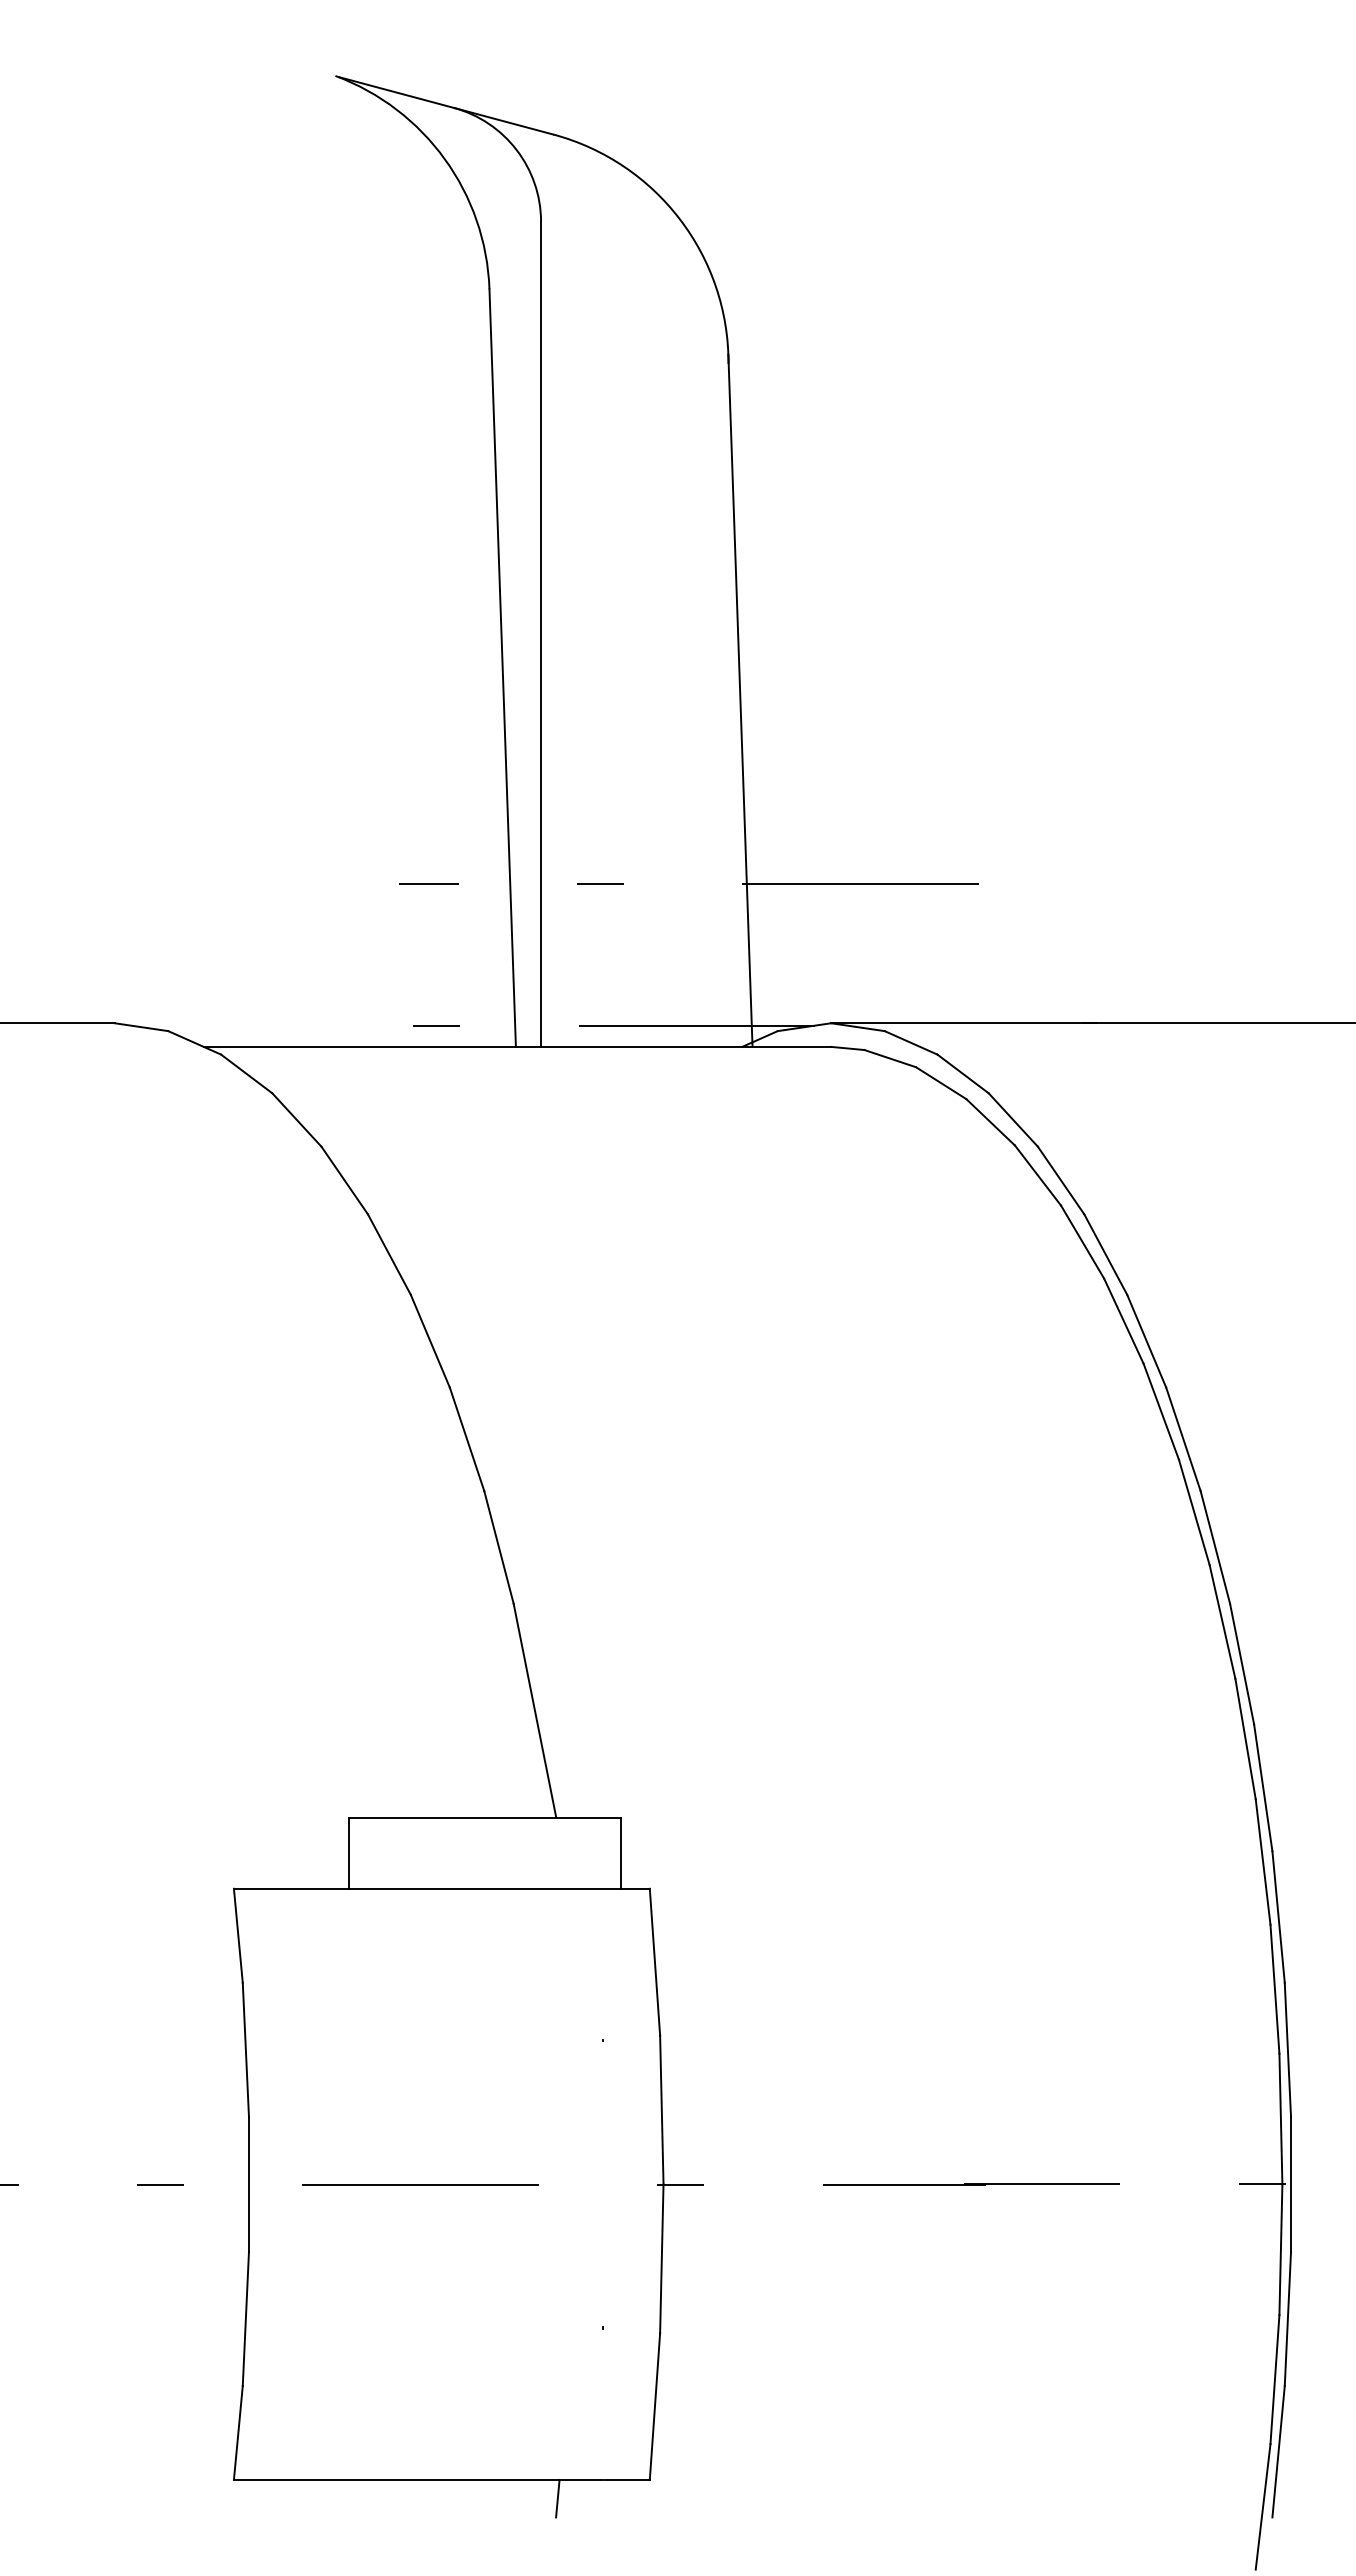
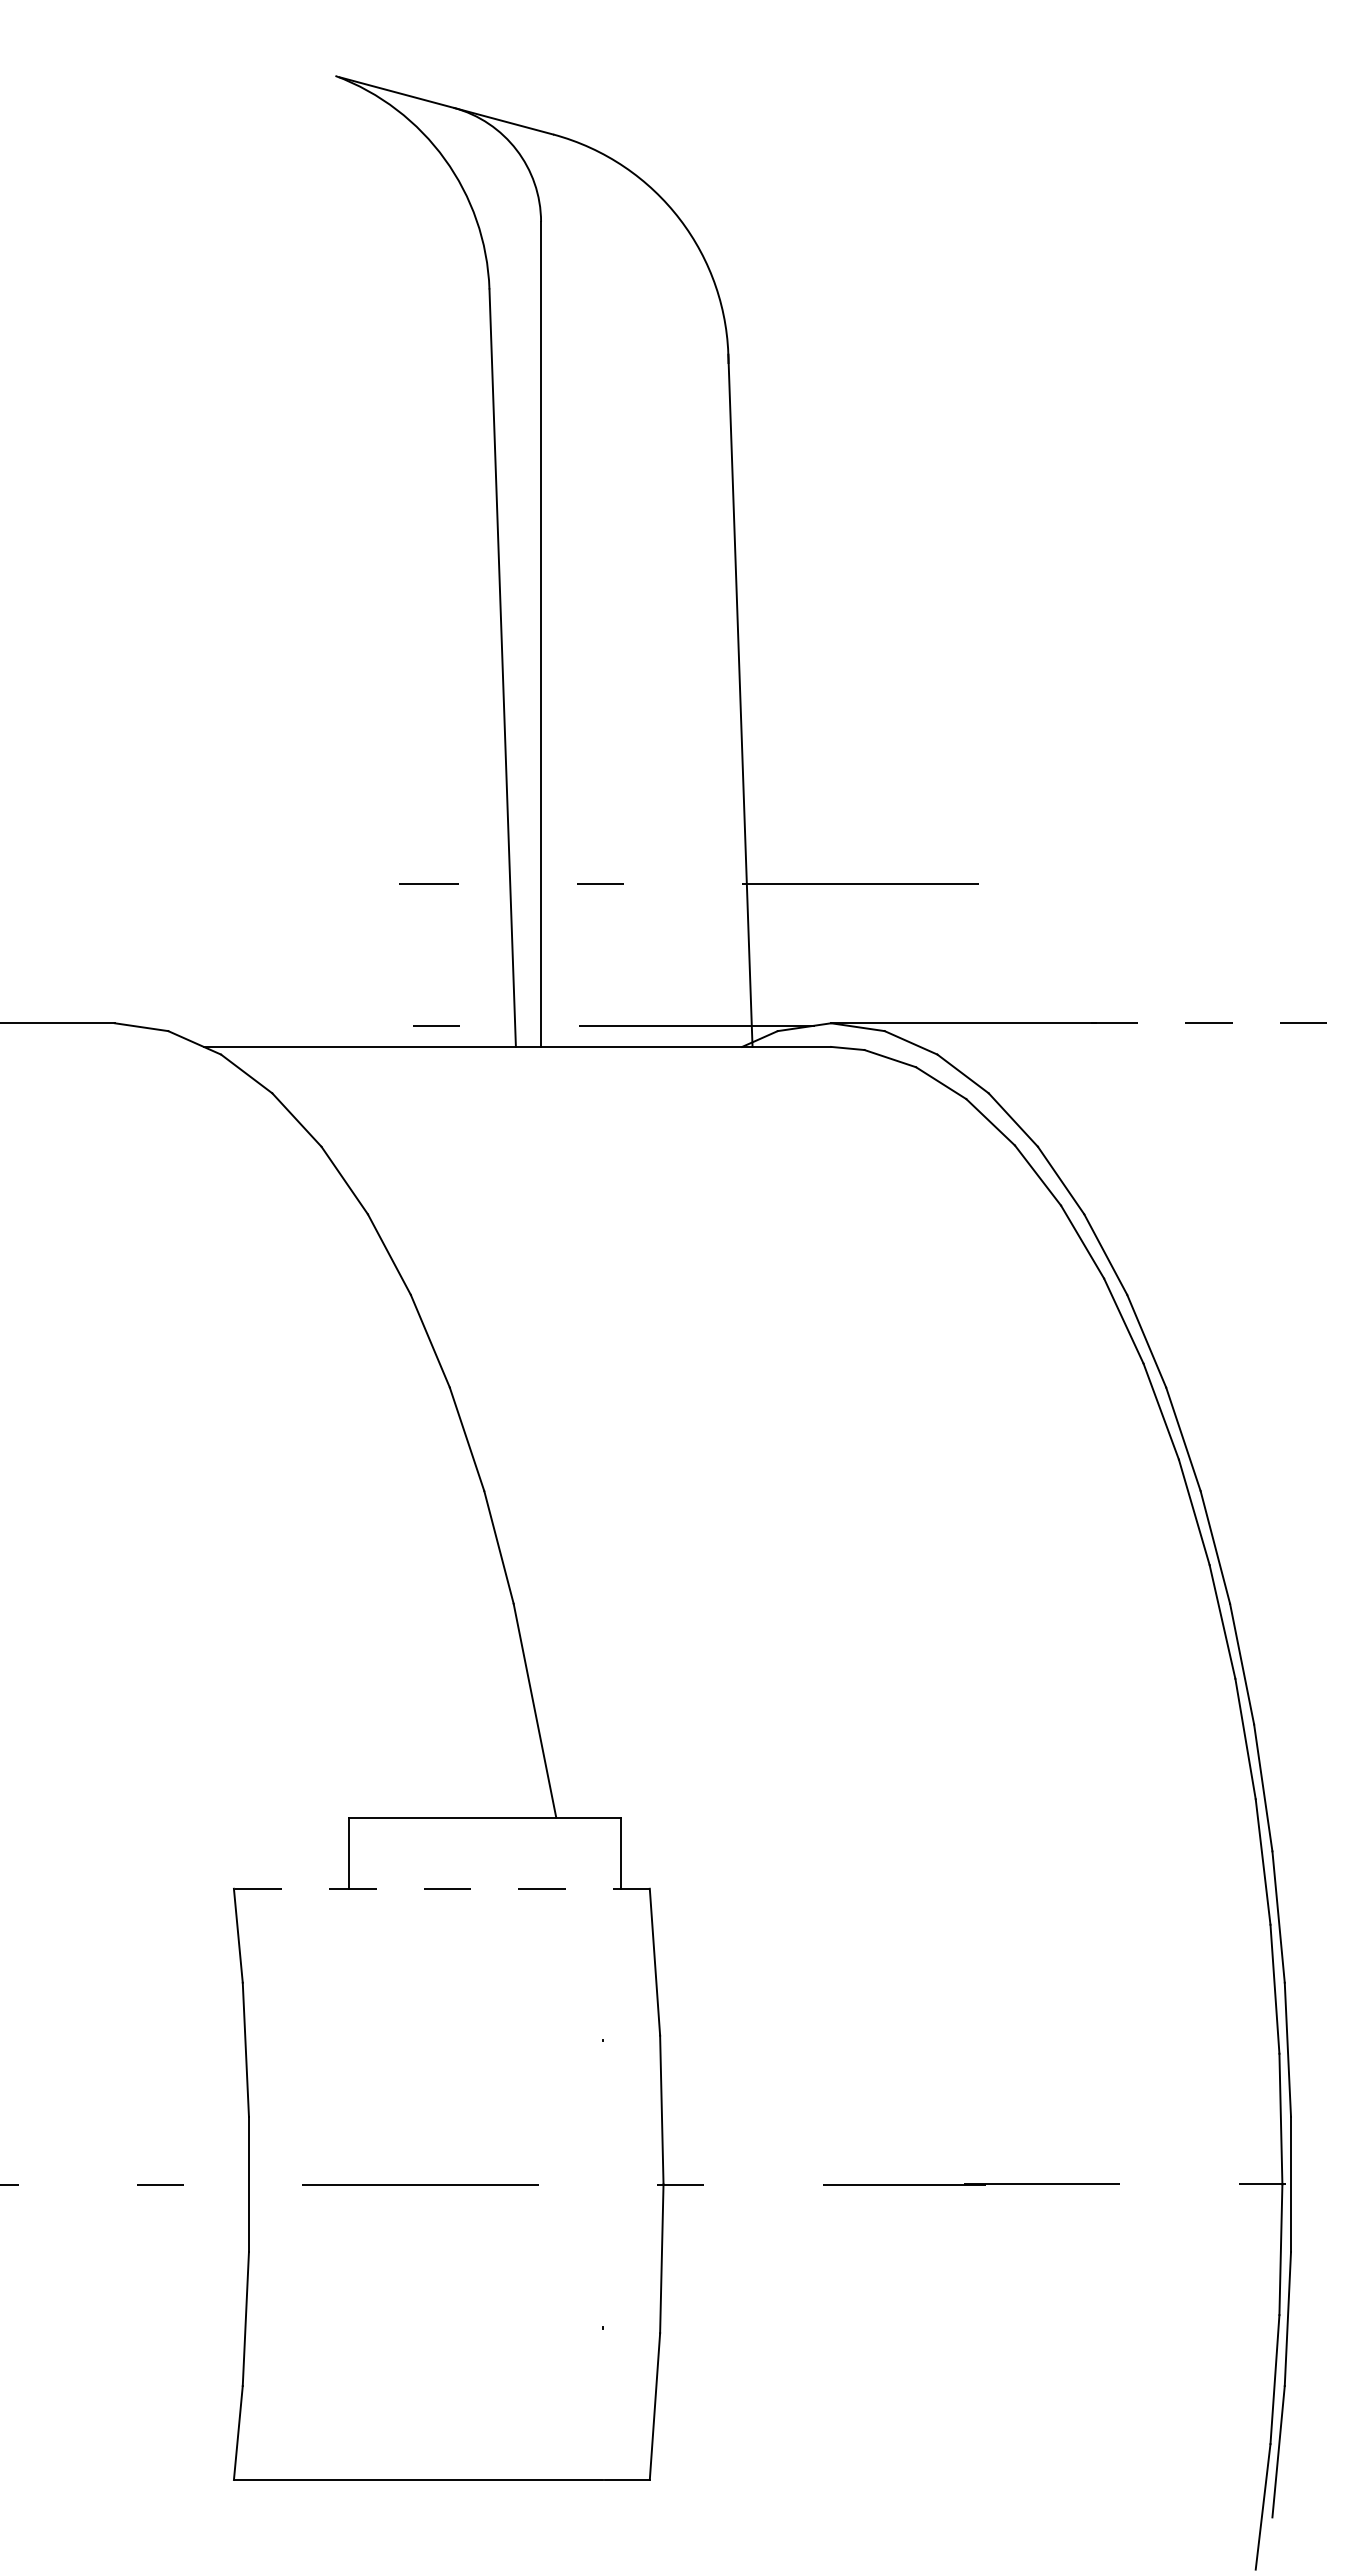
line at (1219, 1023): solid -> dashed
line at (442, 1888): solid -> dashed
line at (557, 2498): present -> none
